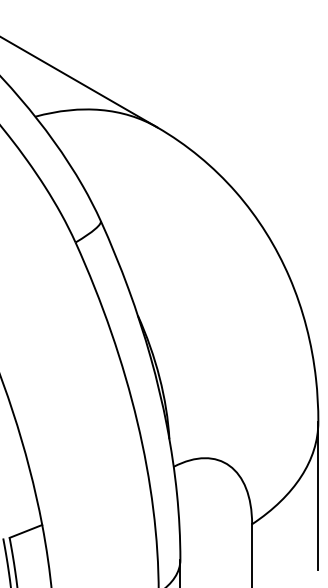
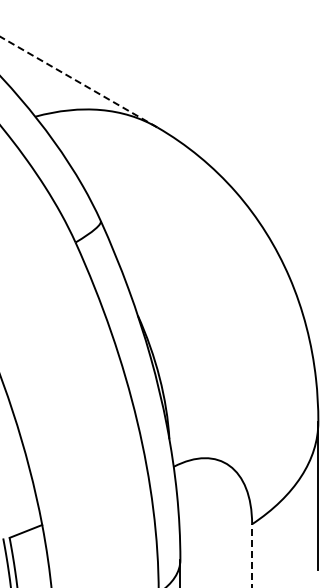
line at (78, 82): solid -> dashed
line at (252, 556): solid -> dashed
